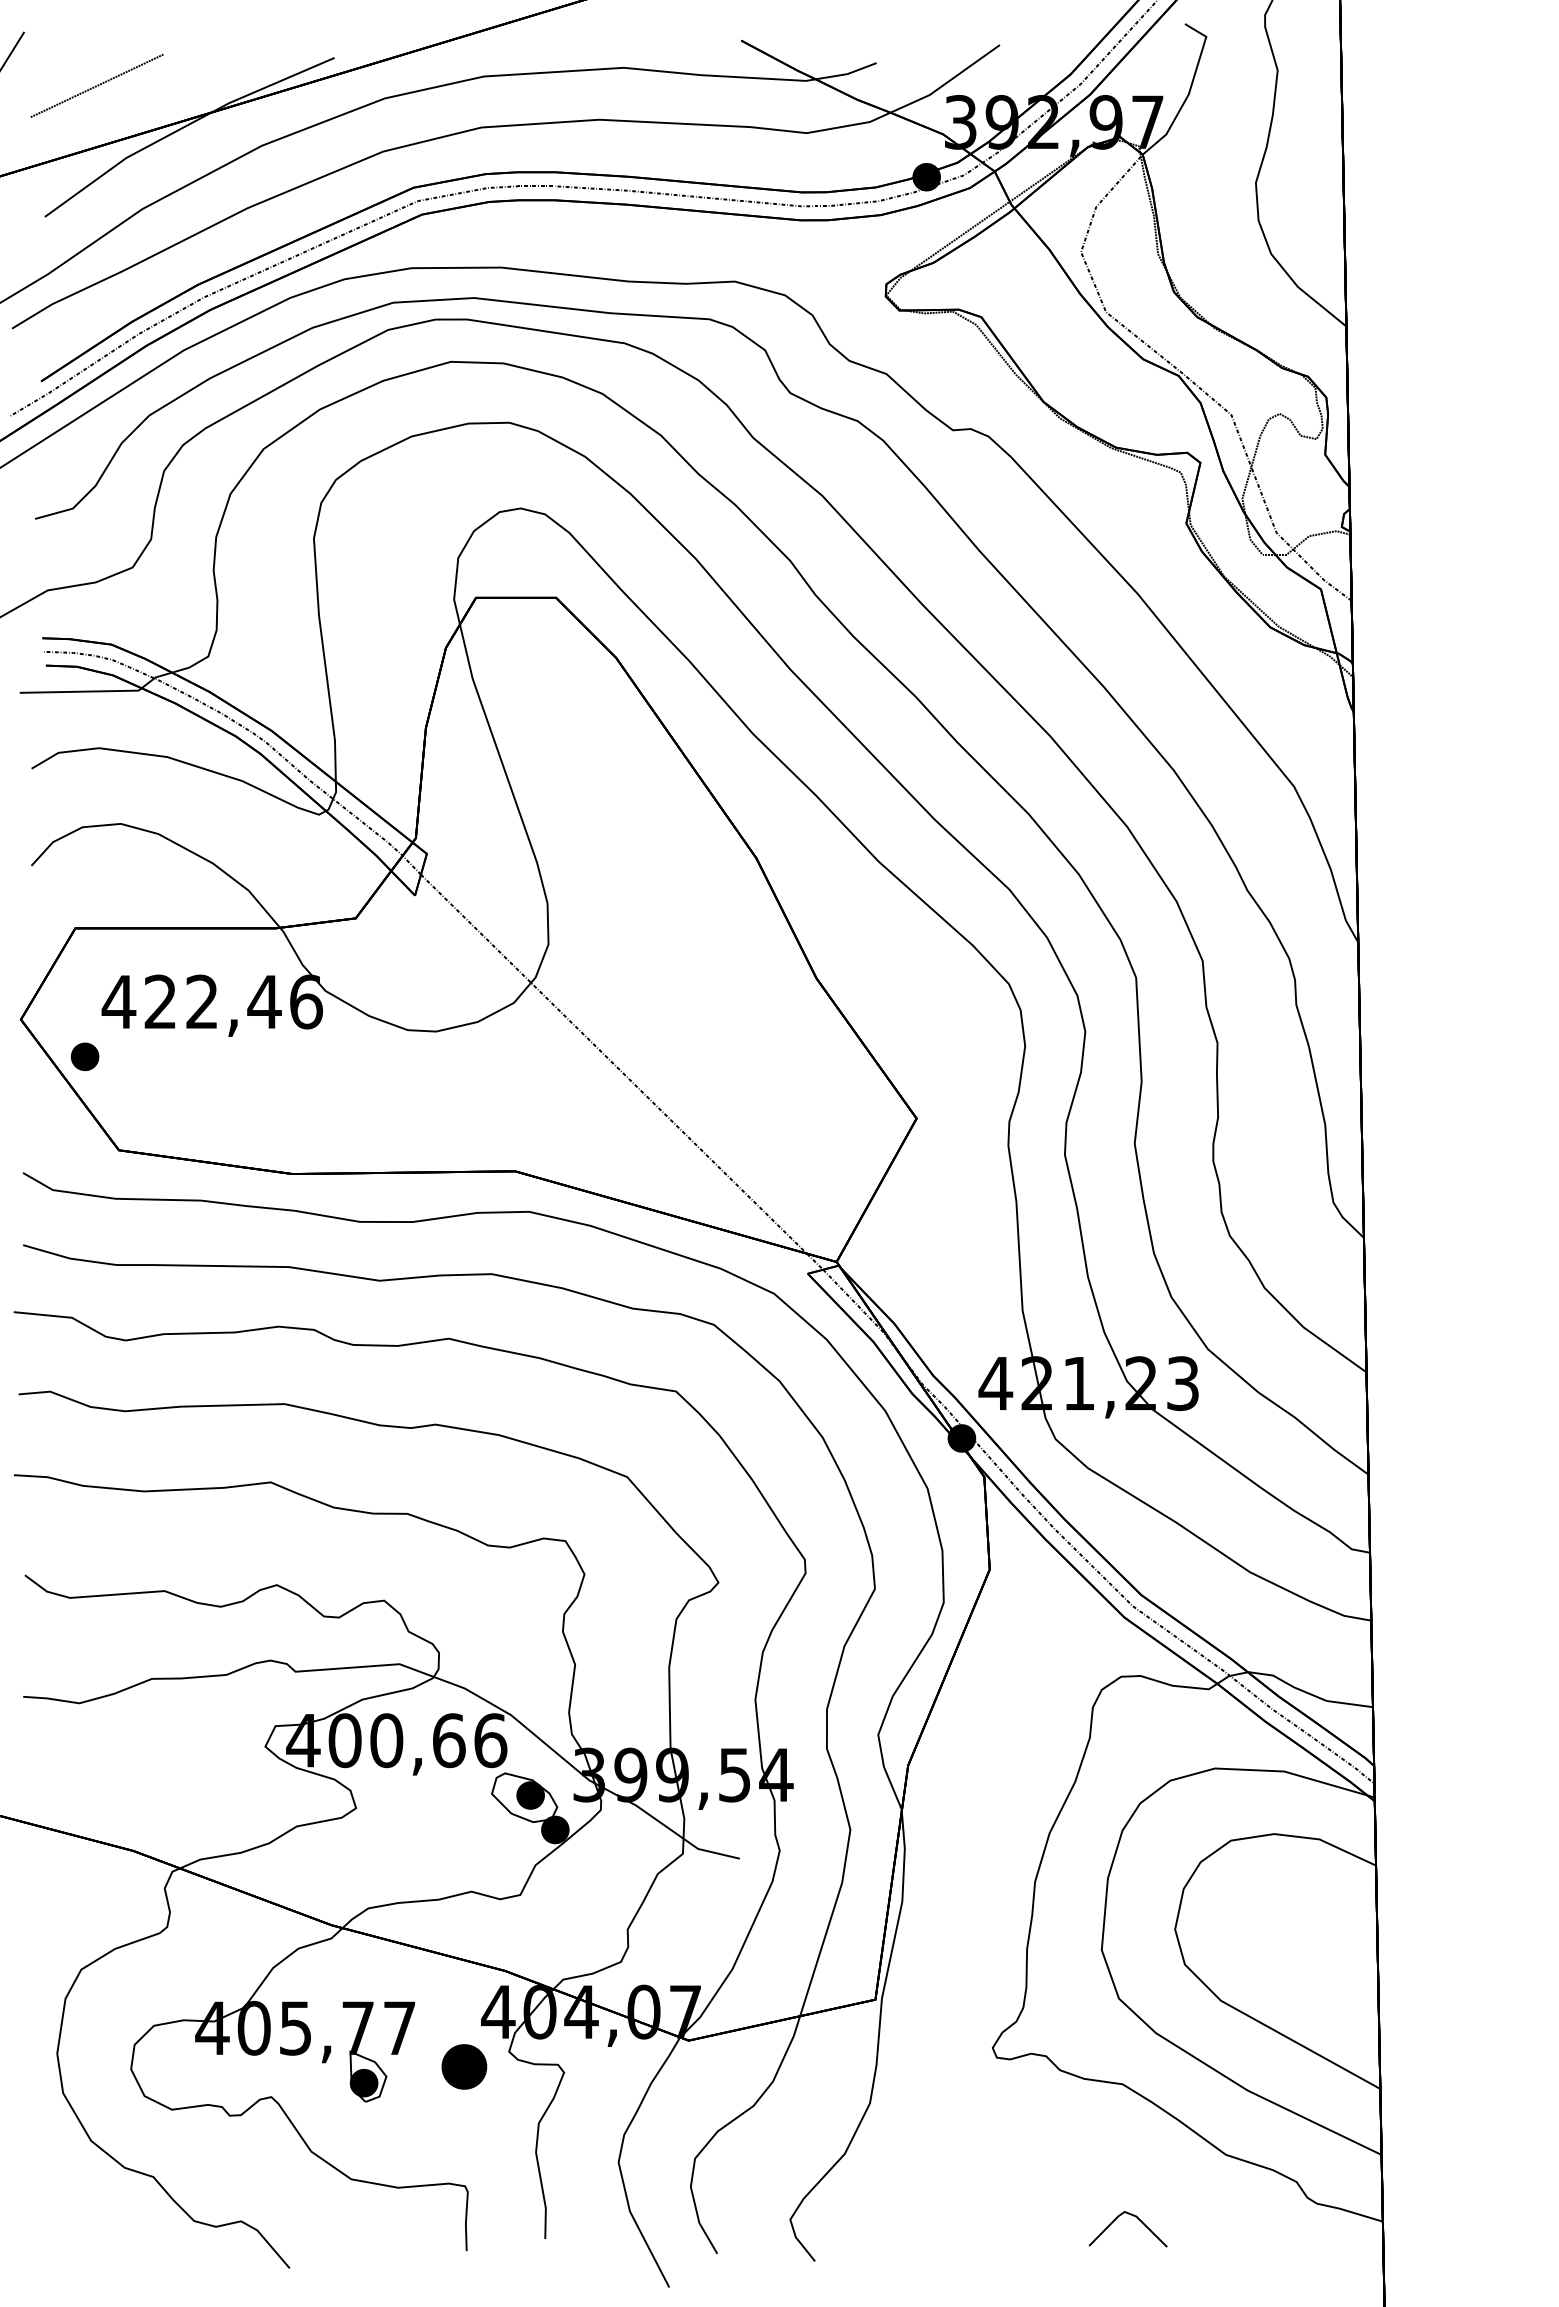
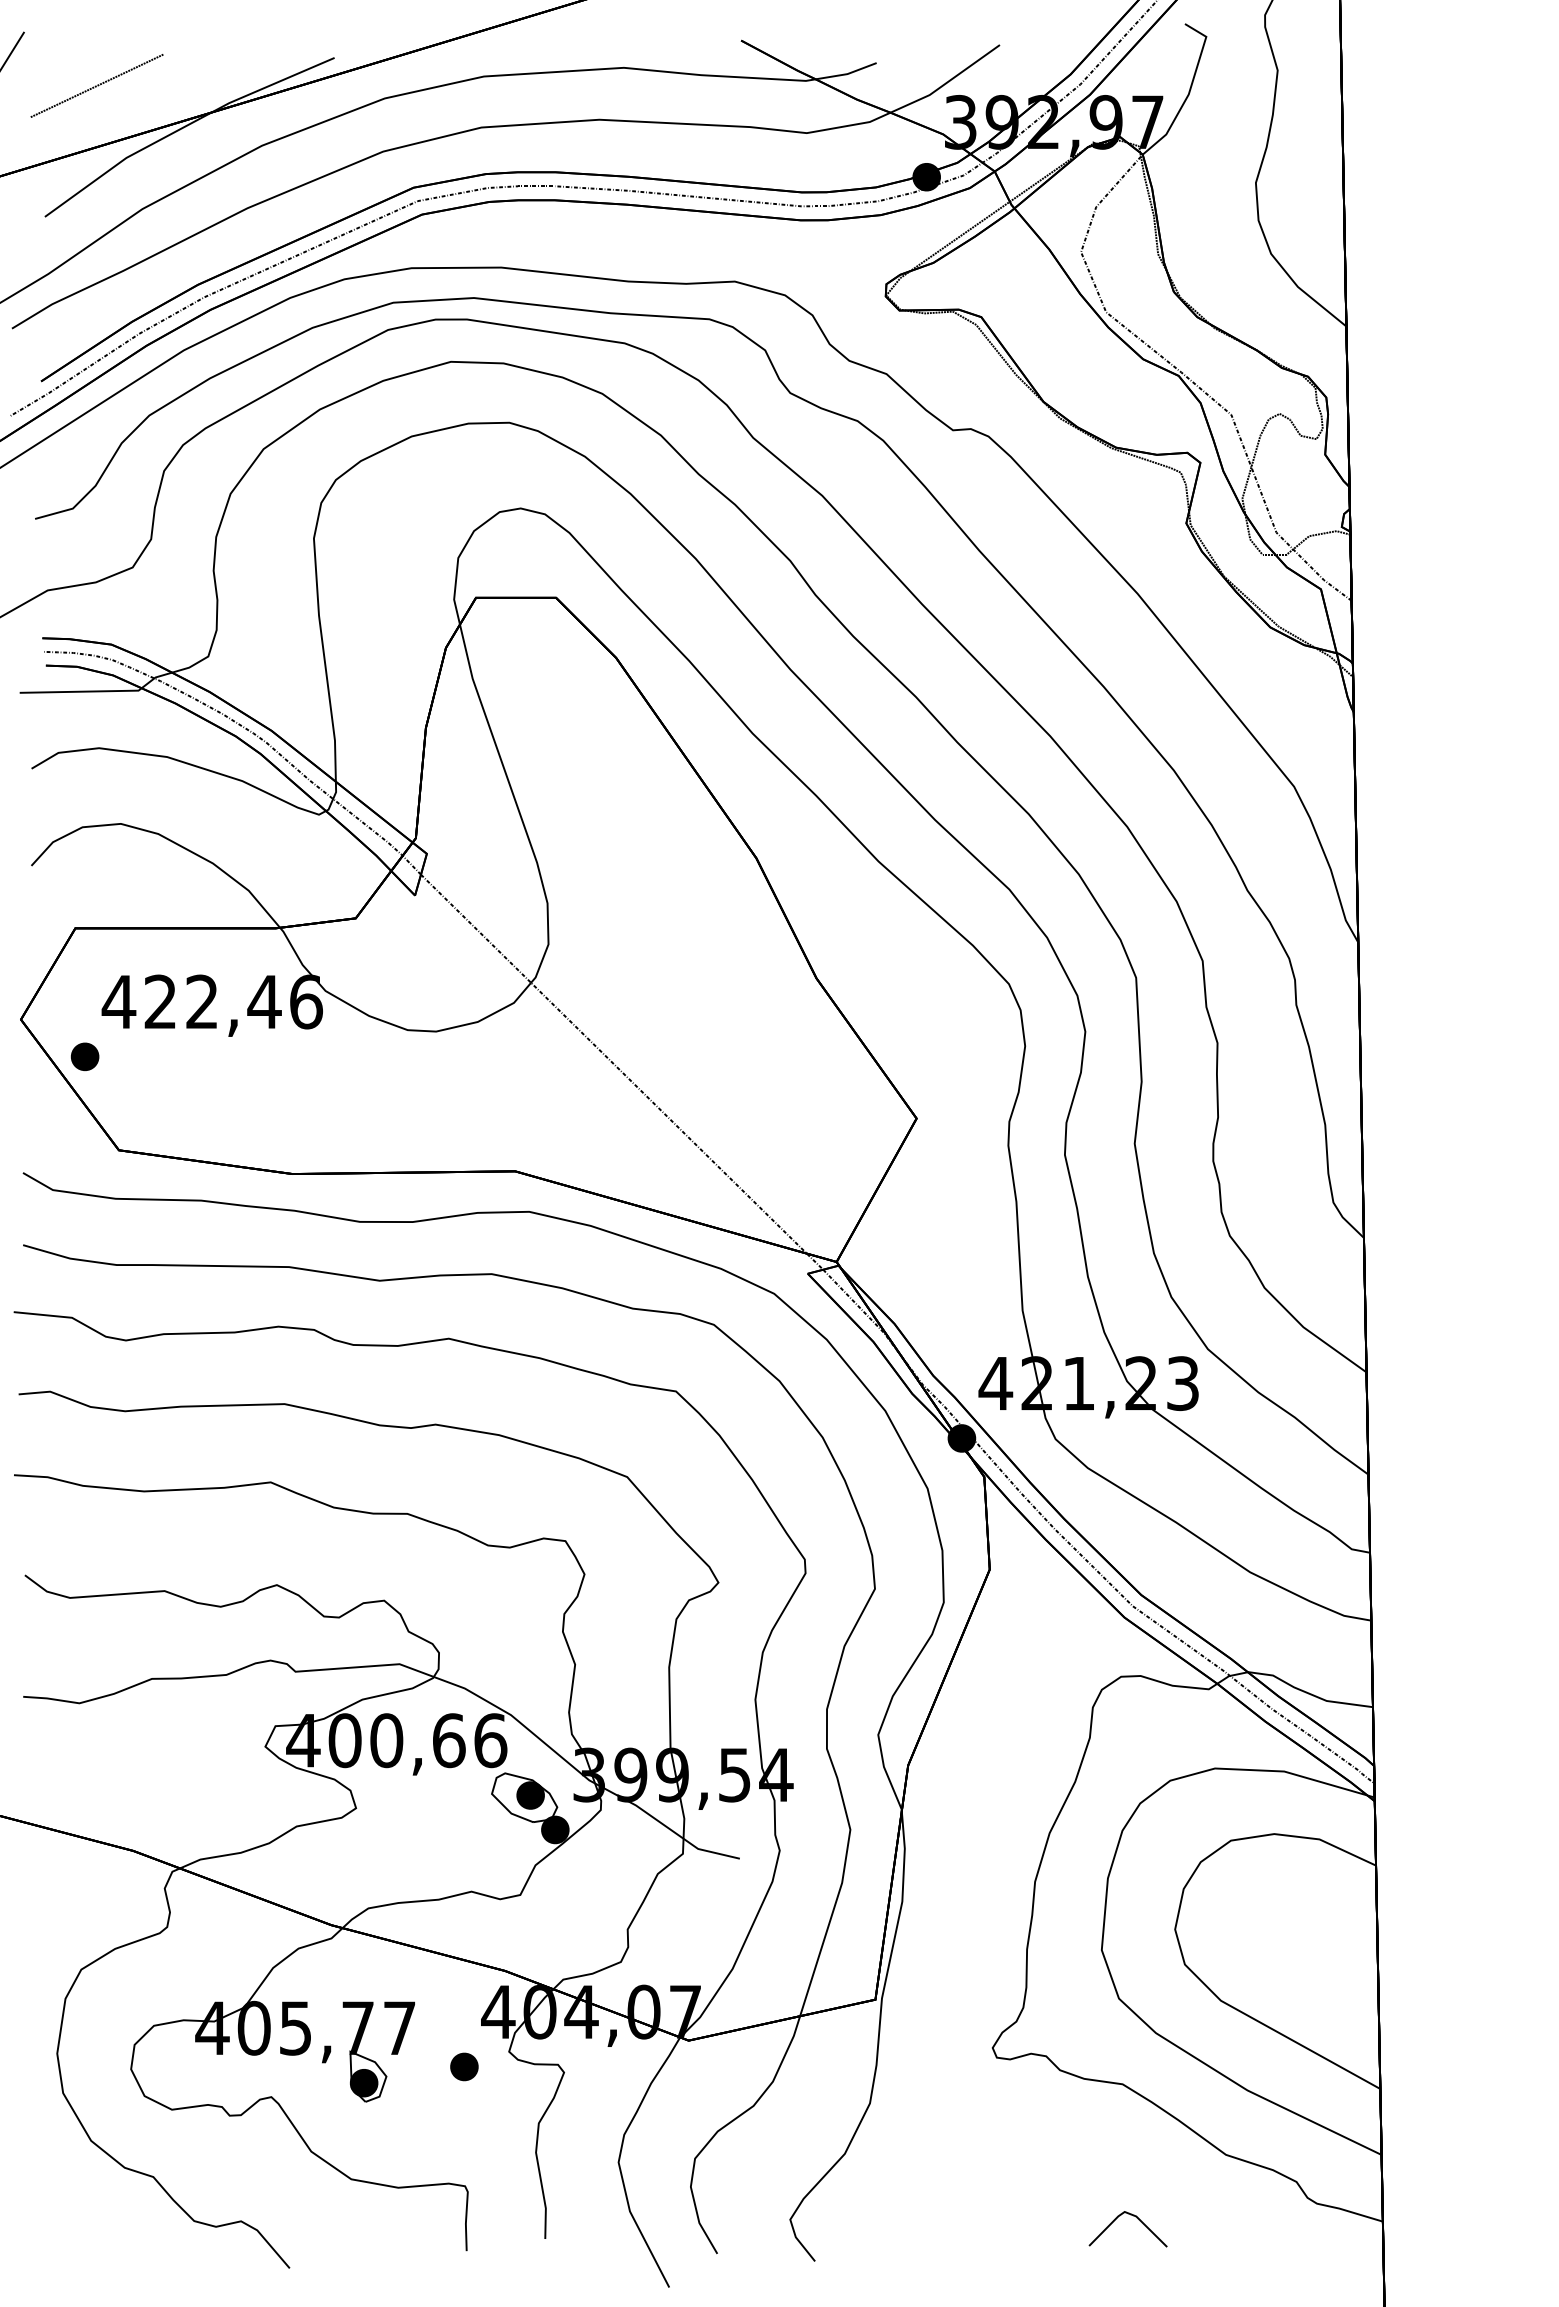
part at (464, 2066) size: 47x46 px -> 29x30 px
